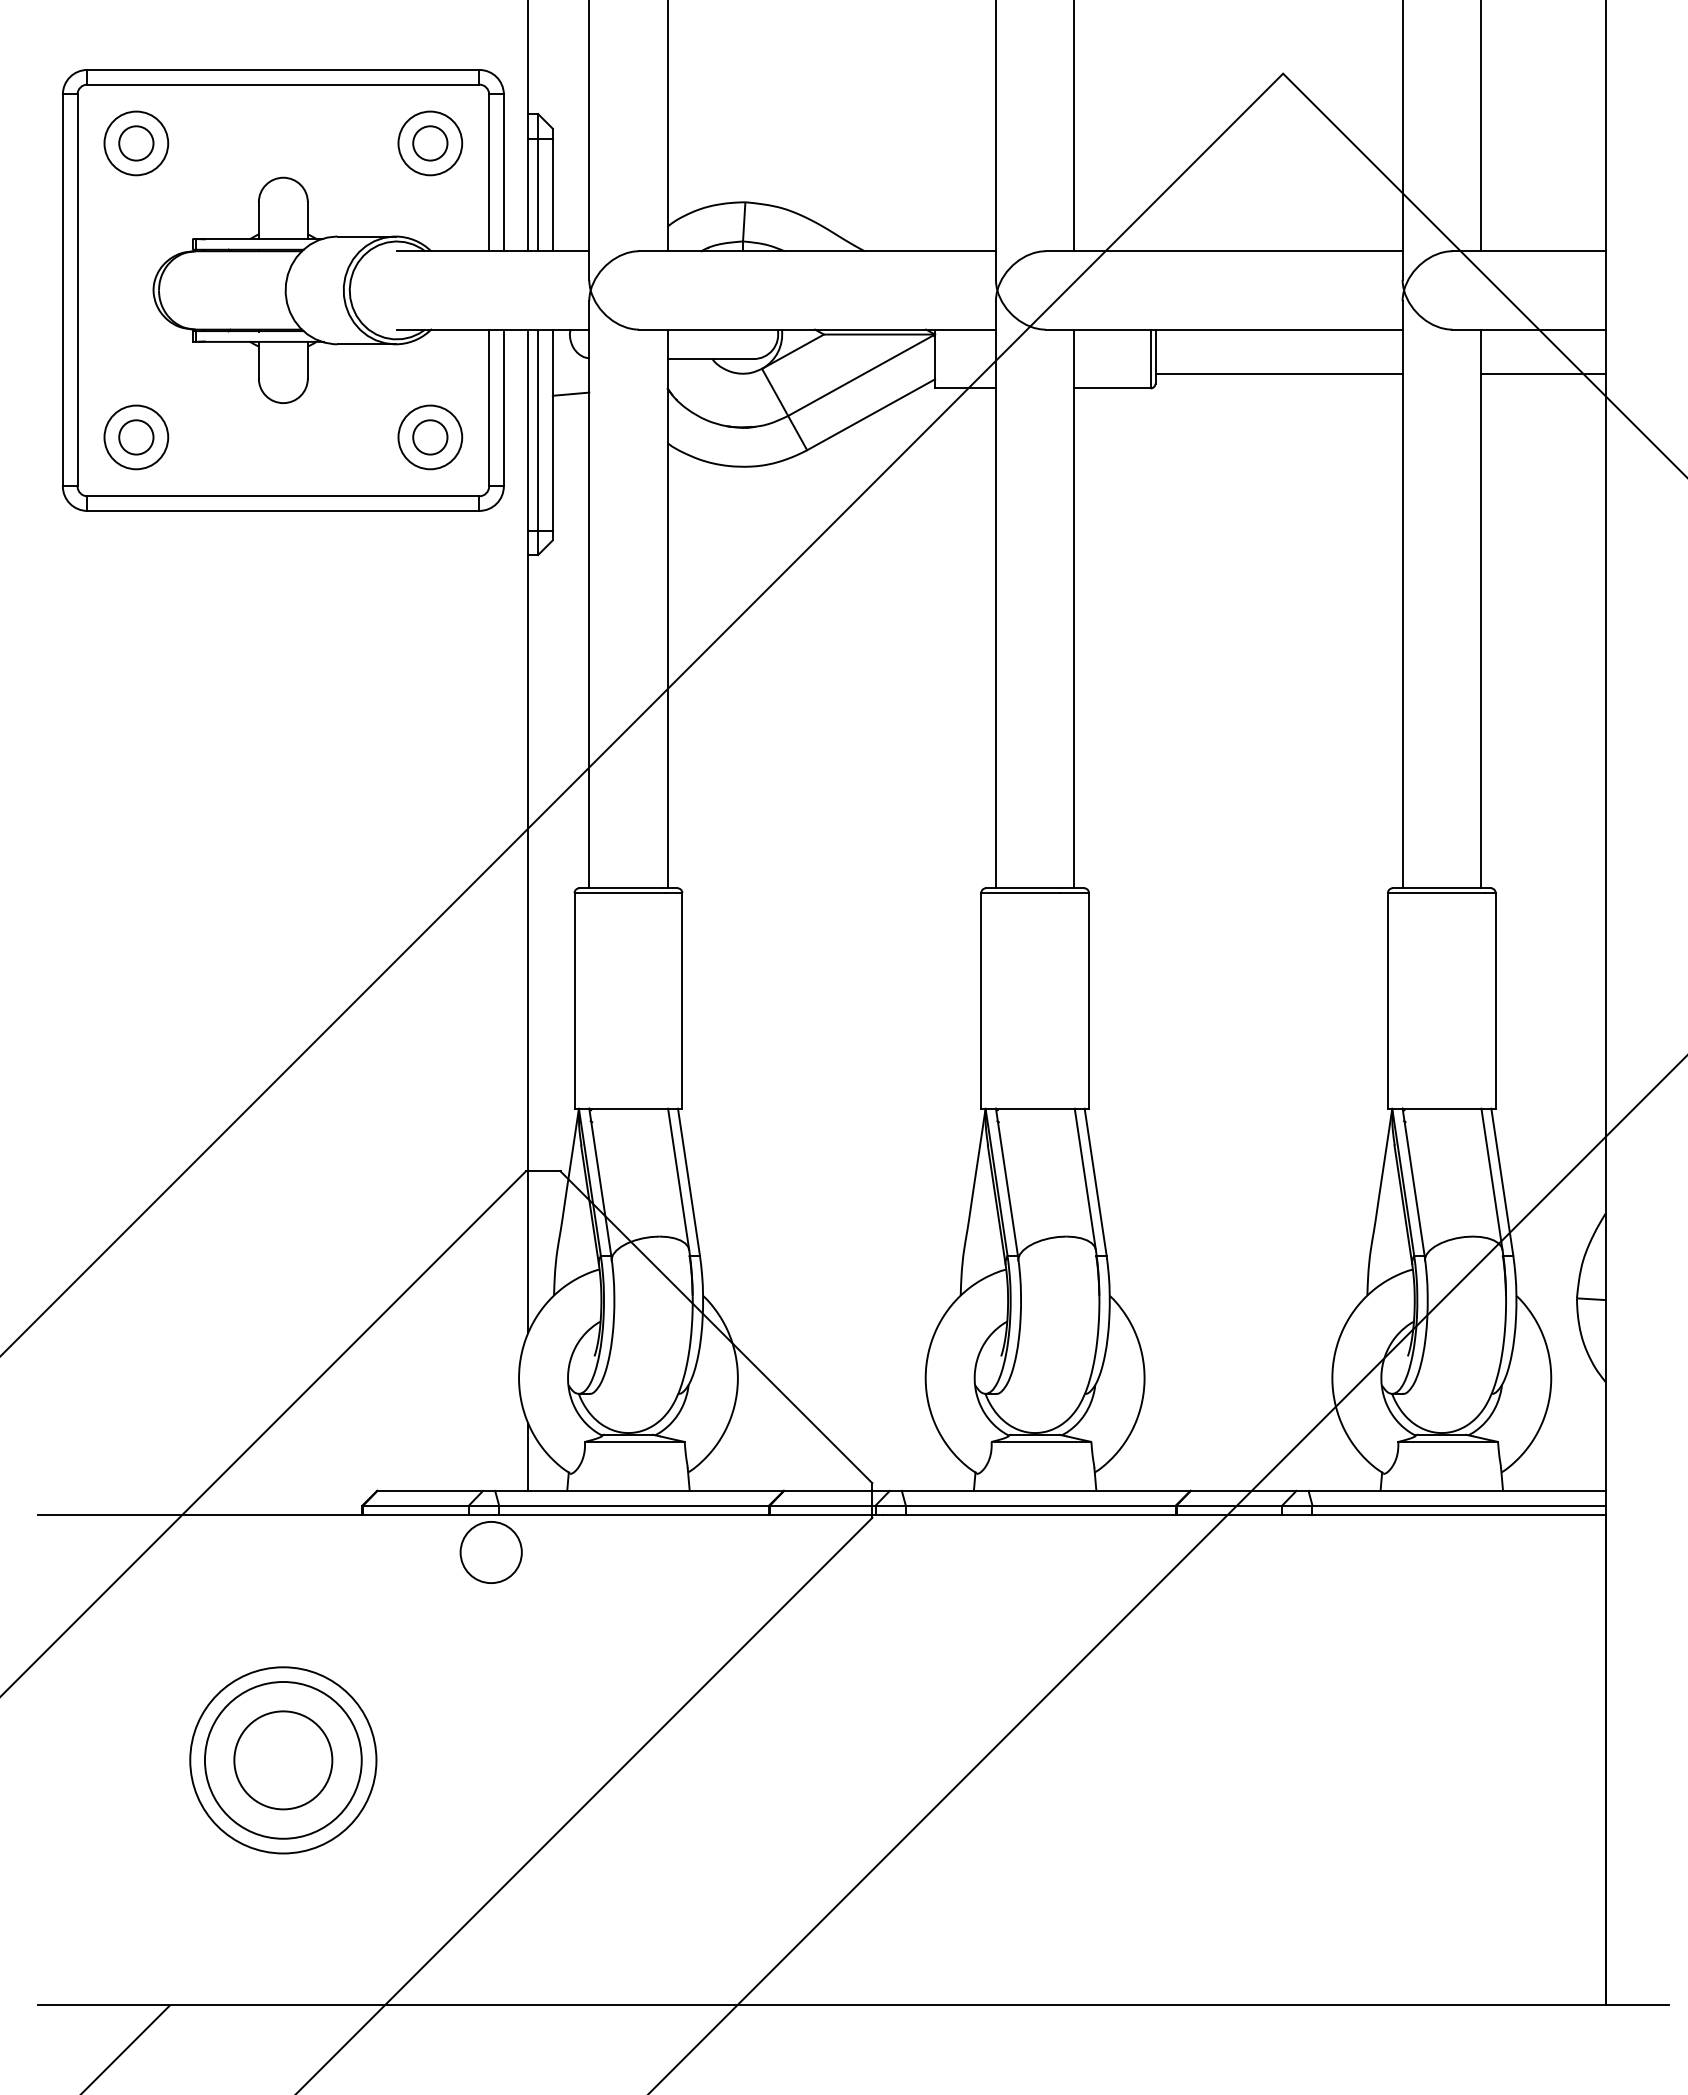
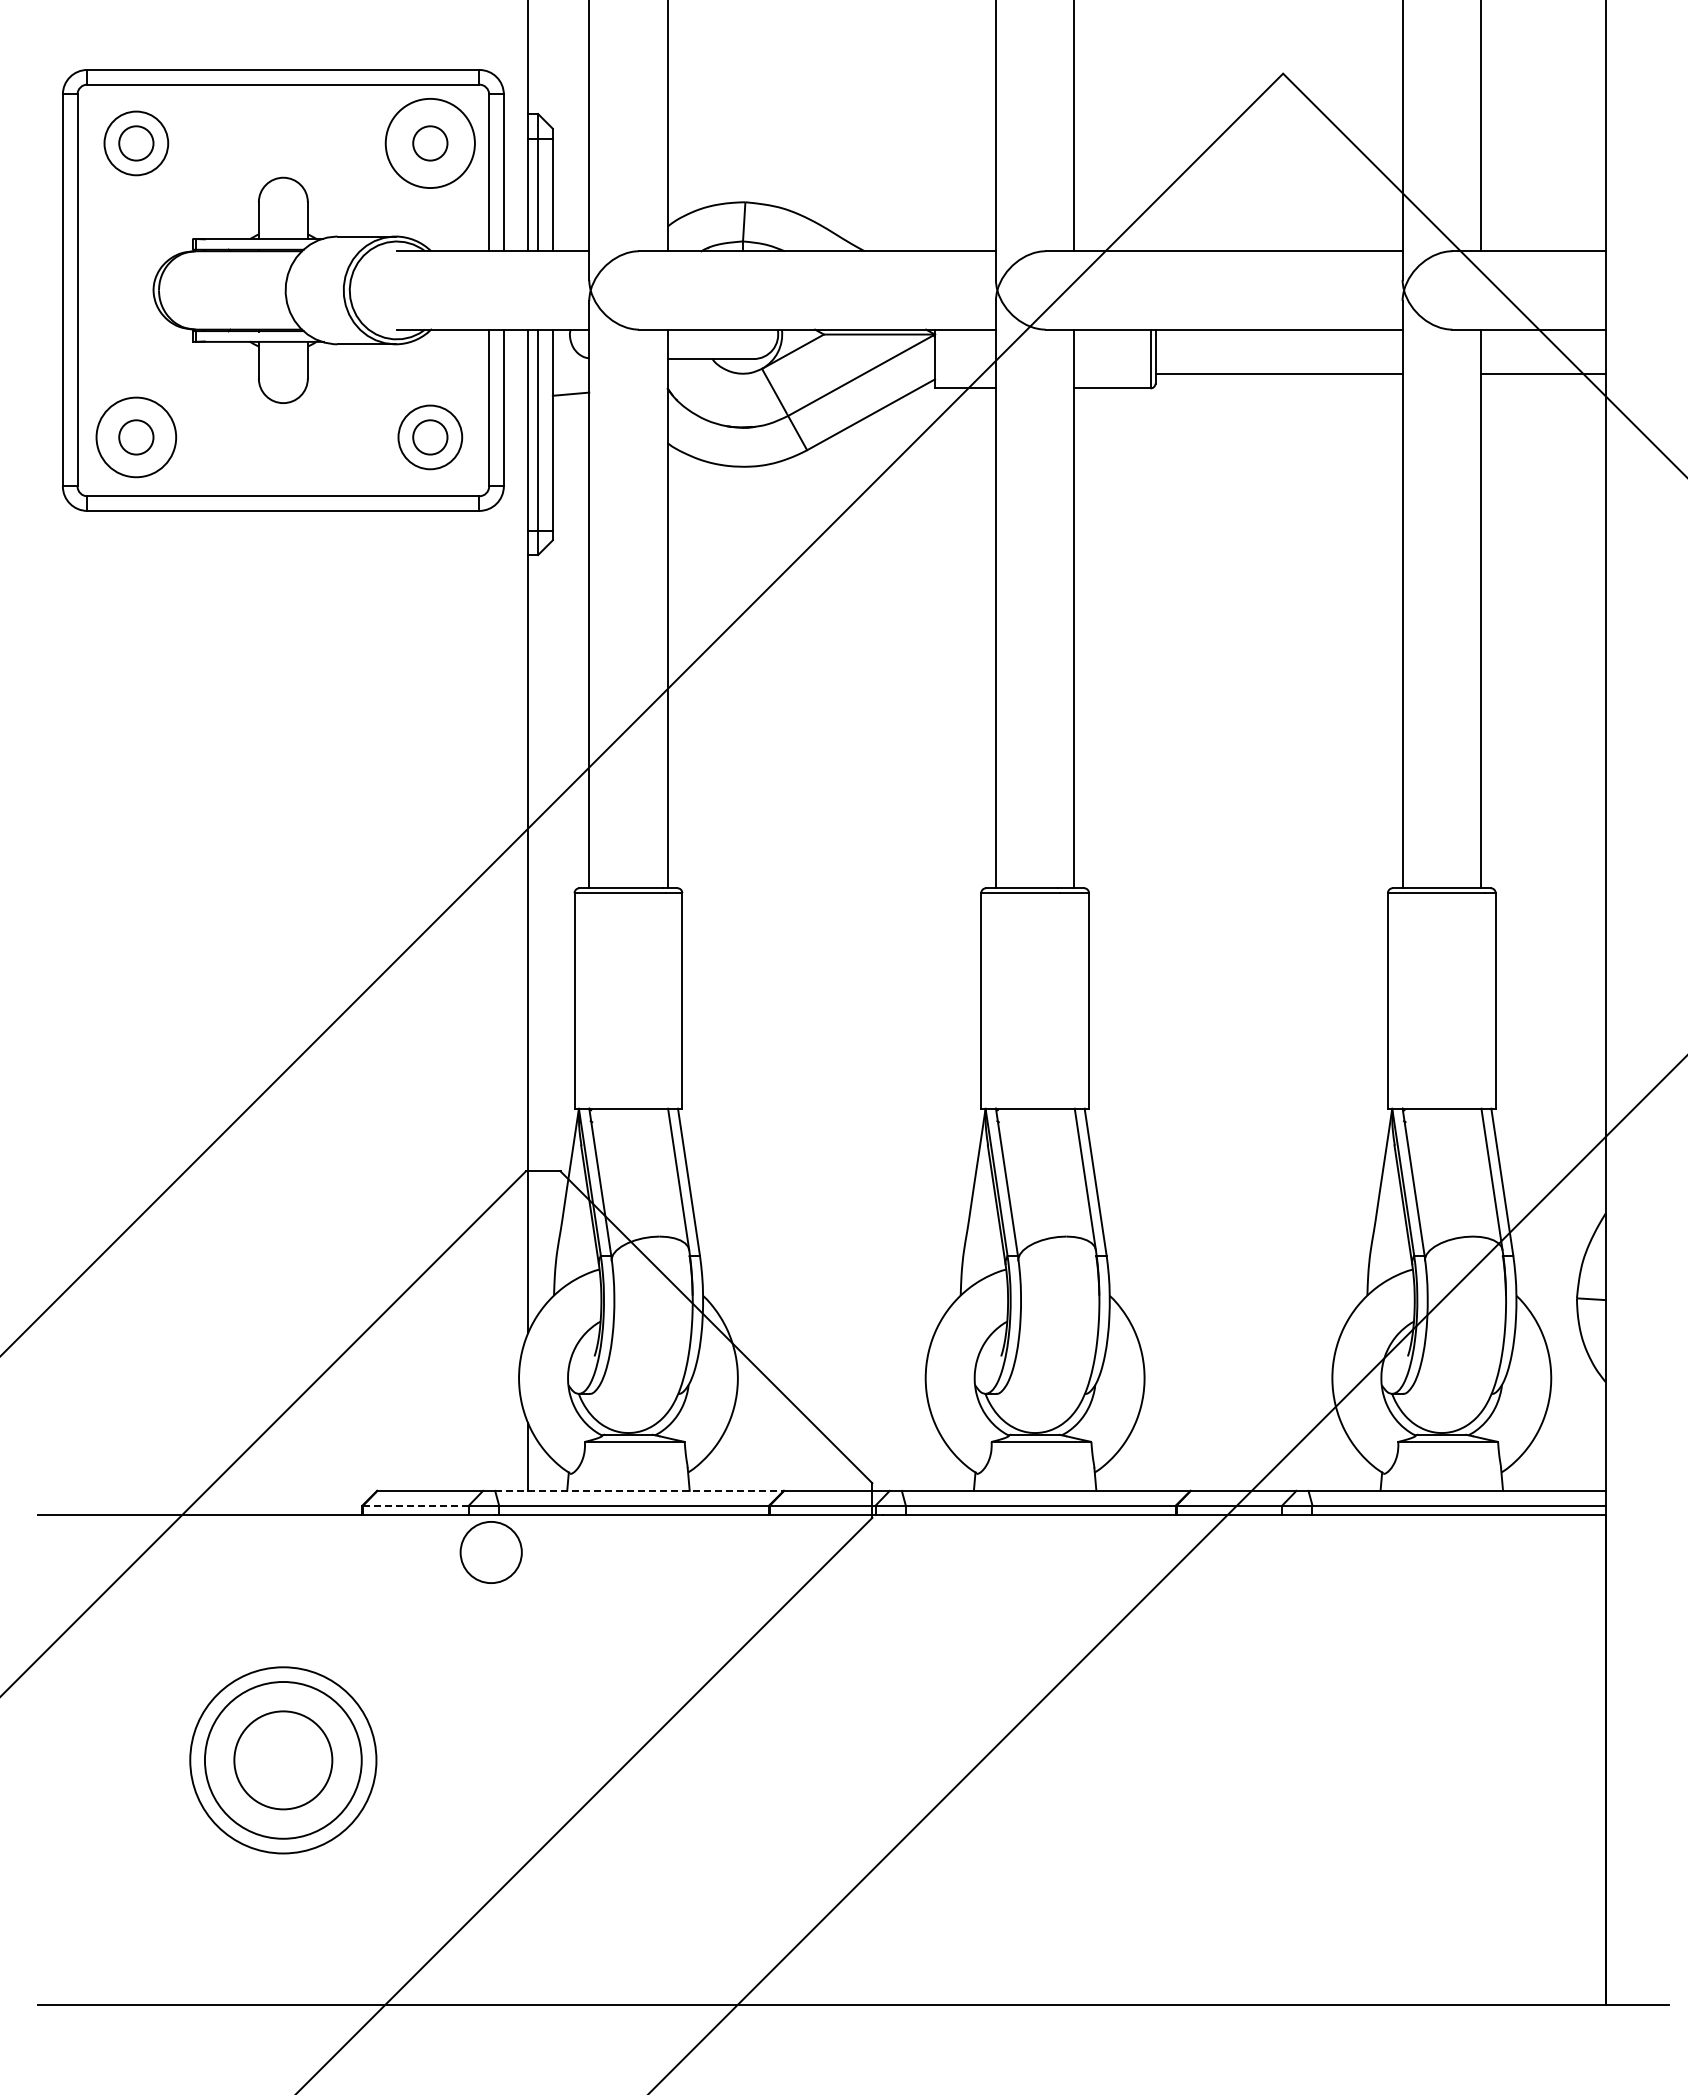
circle at (430, 143) diameter: 64 px -> 89 px
circle at (136, 437) diameter: 64 px -> 80 px
line at (639, 1490): solid -> dashed
line at (416, 1505): solid -> dashed
line at (126, 2048): present -> none
